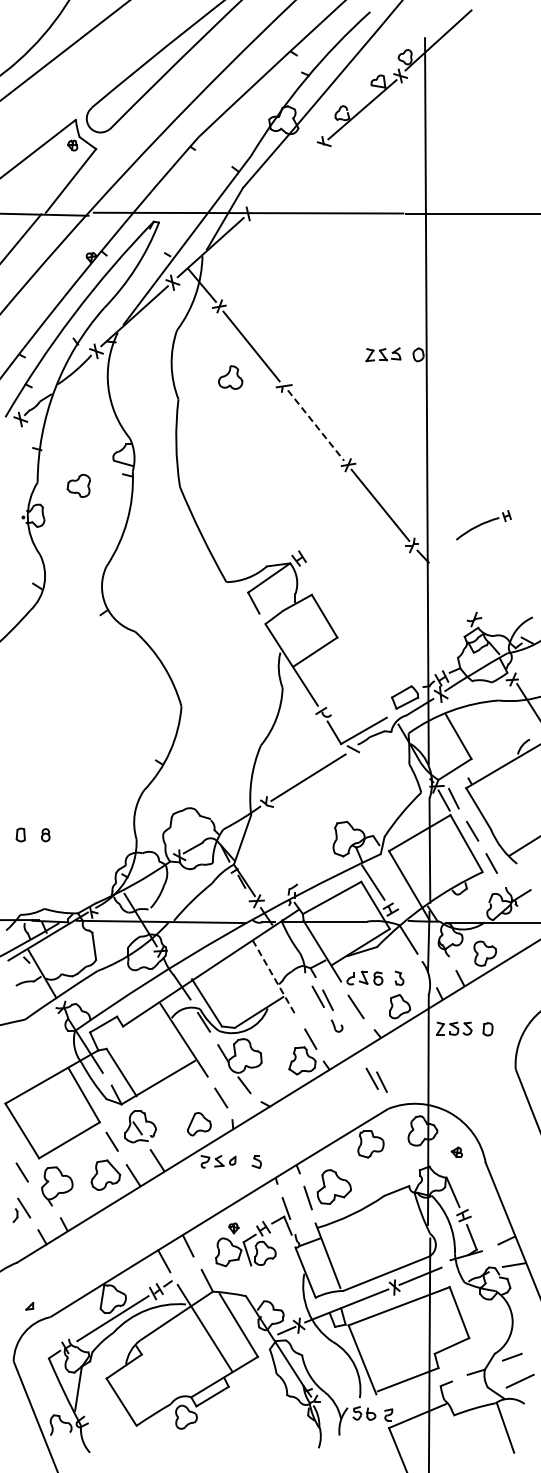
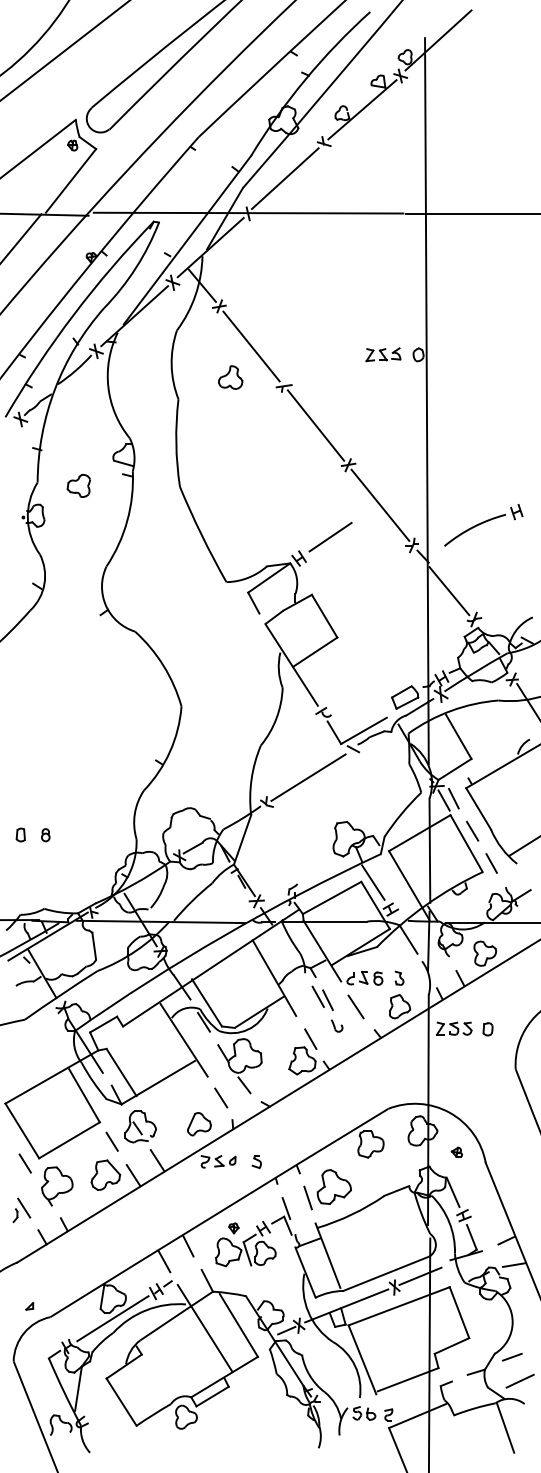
line at (284, 178): none -> present
line at (316, 425): dashed -> solid
part at (483, 525) size: 56x31 px -> 80x43 px
line at (330, 536): none -> present
line at (449, 591): none -> present
line at (274, 978): dashed -> solid
part at (376, 1079): present -> none
line at (21, 1172) position: (21, 1172) -> (24, 1163)
